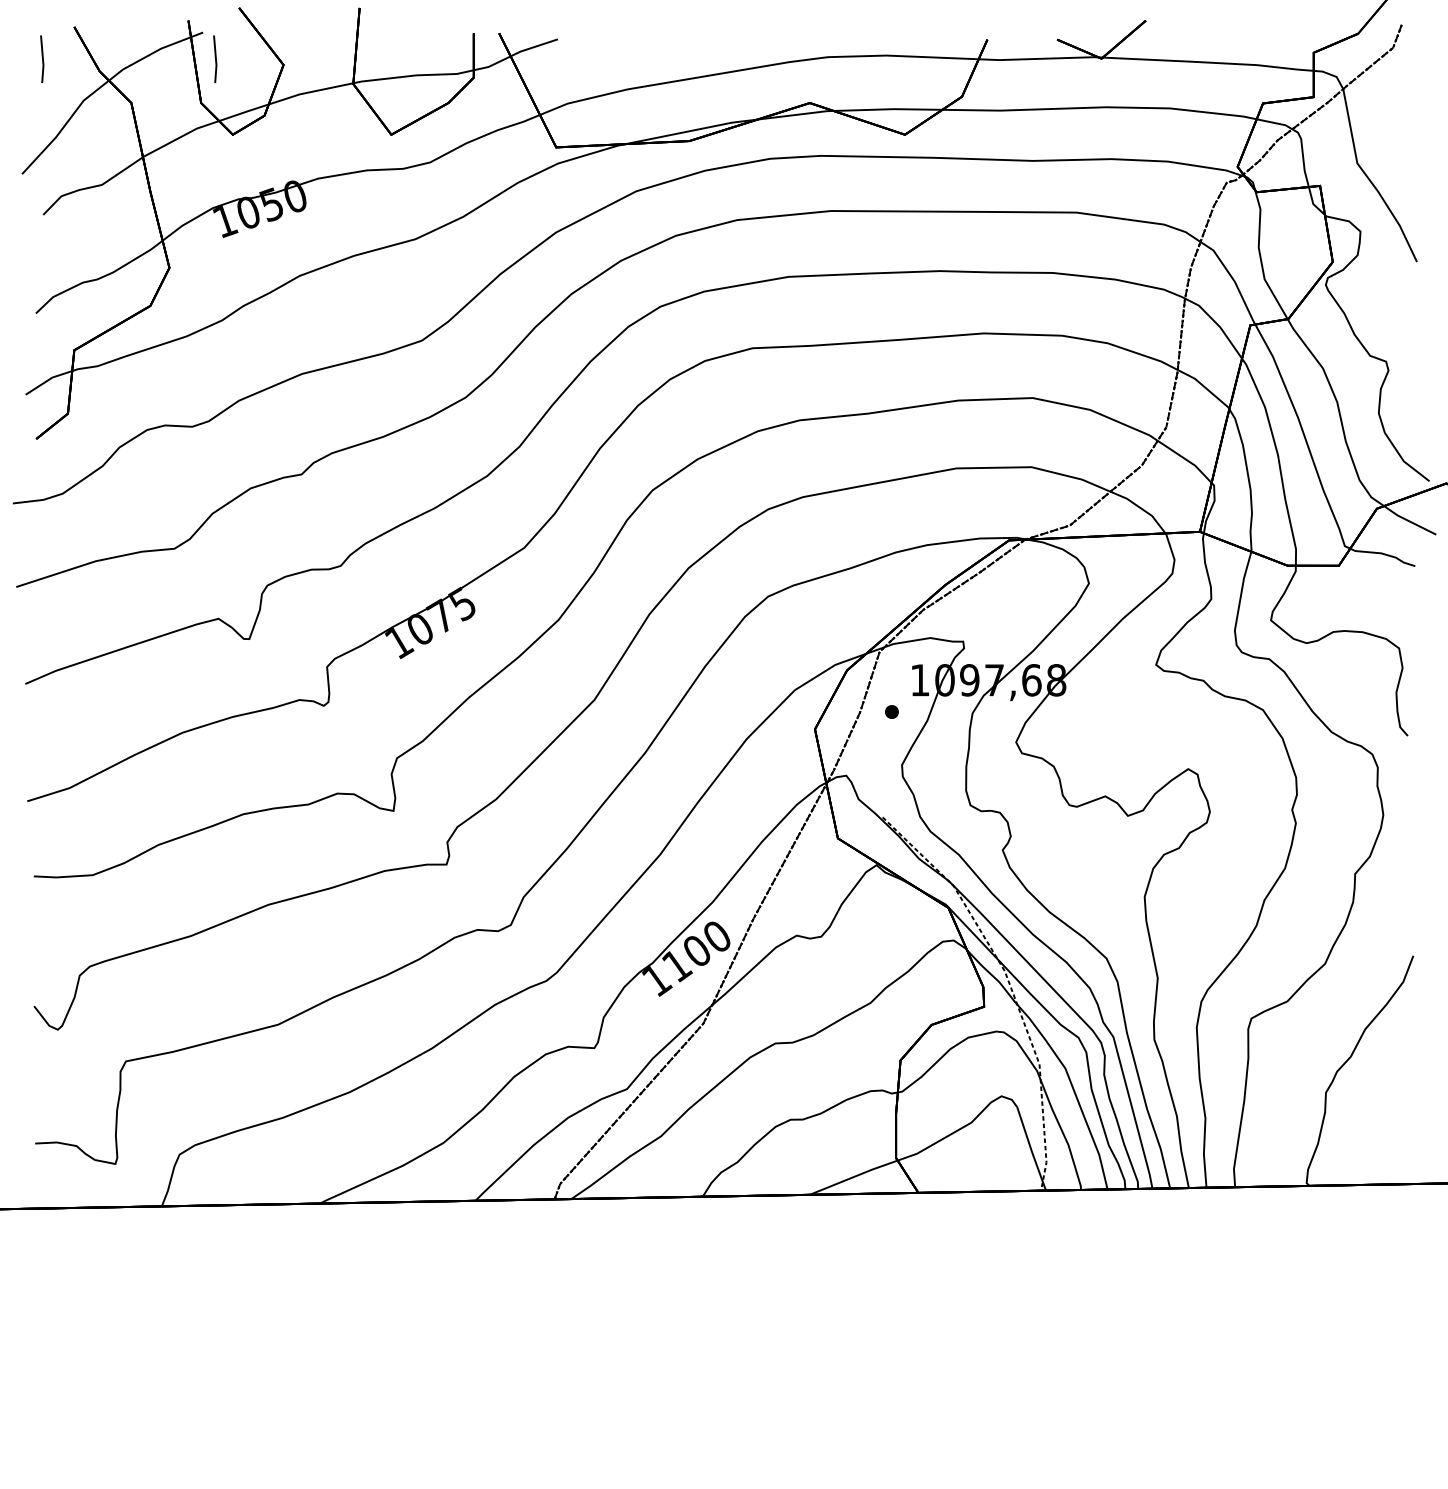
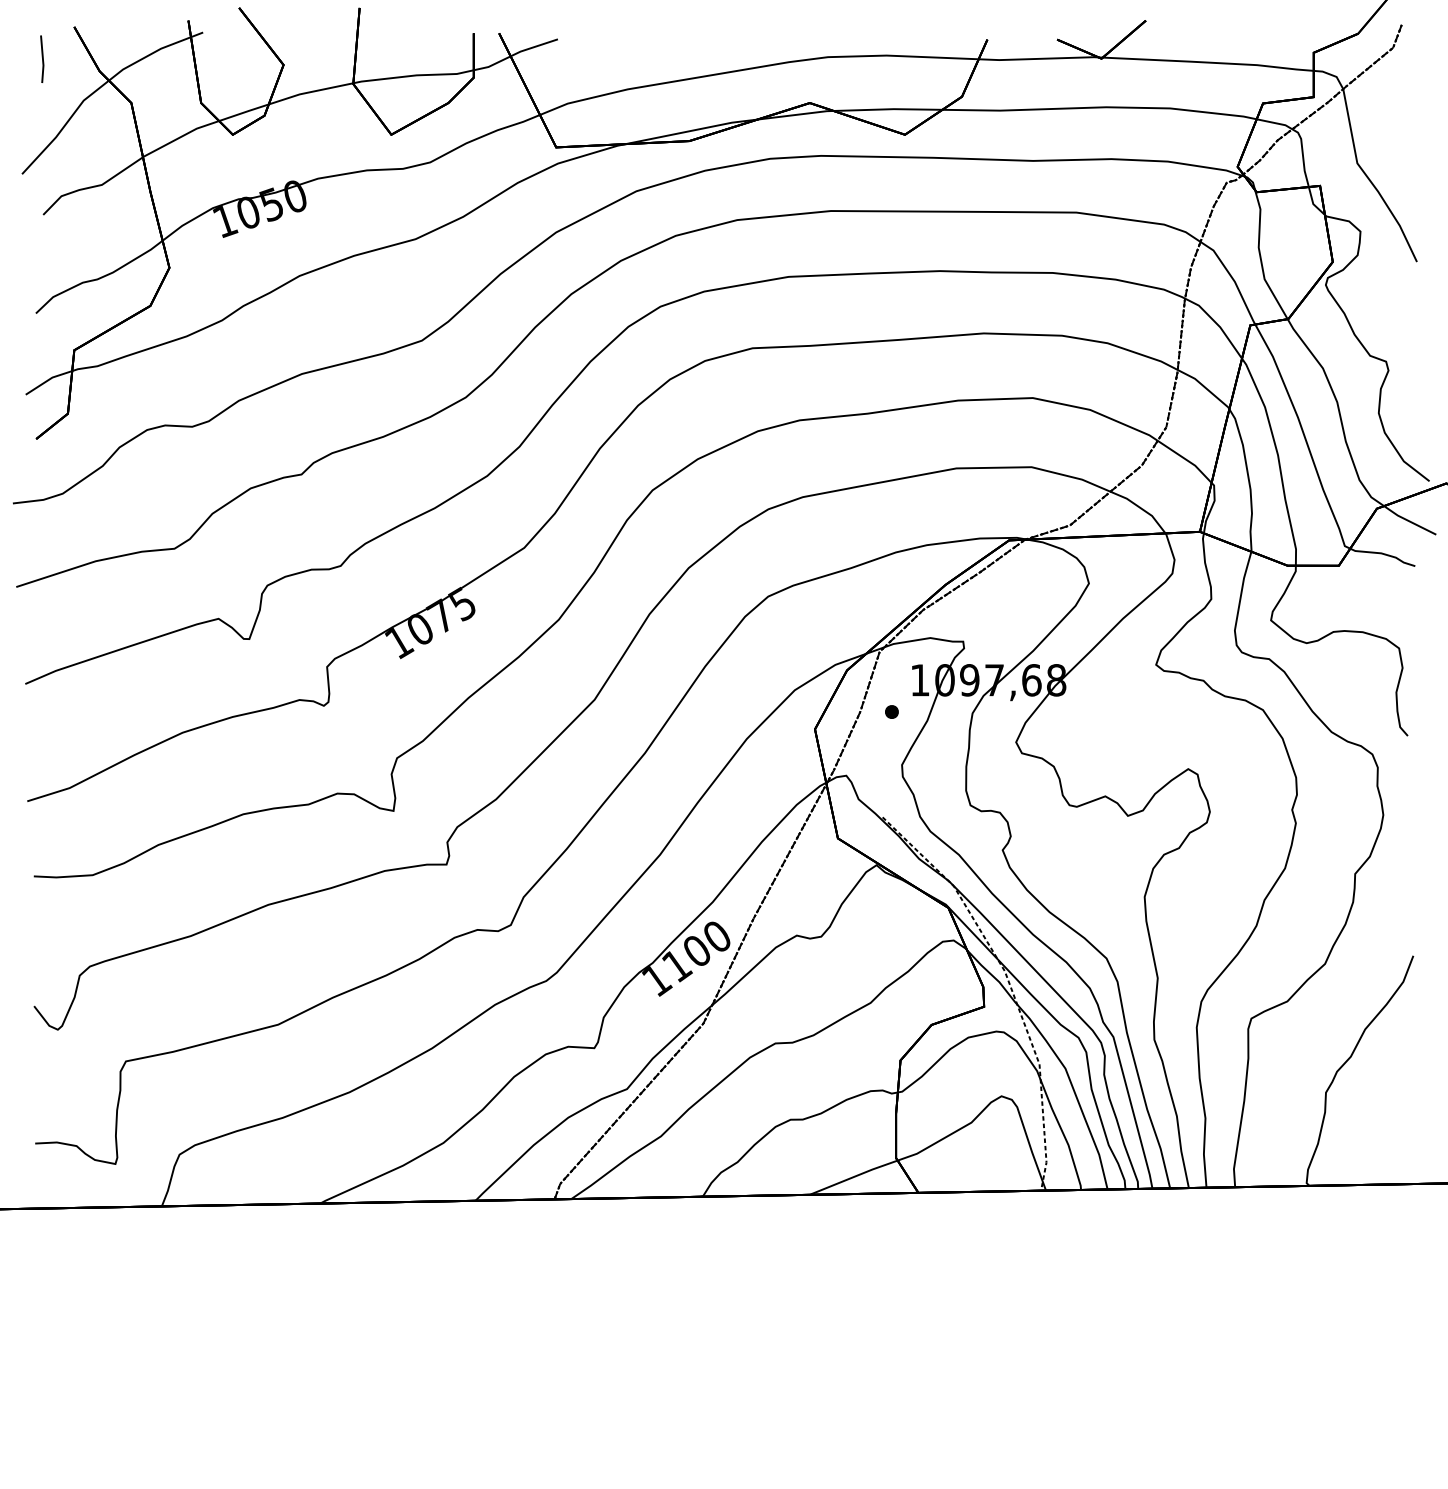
line at (215, 58): present -> none
